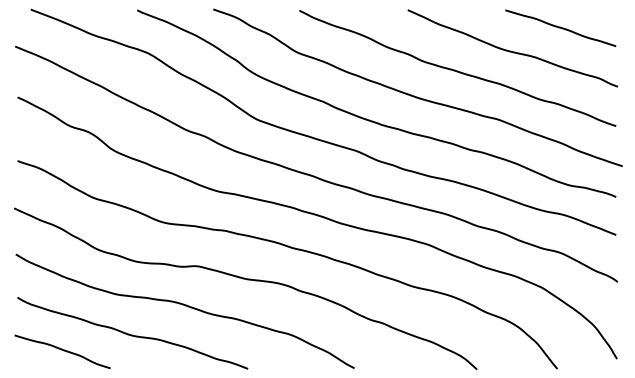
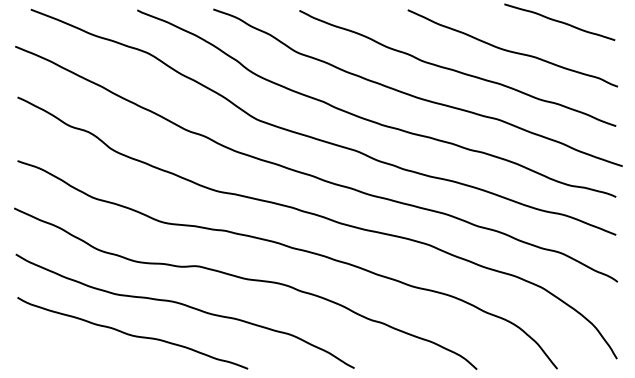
curve at (560, 28) position: (560, 28) -> (559, 22)
curve at (62, 350): present -> none
